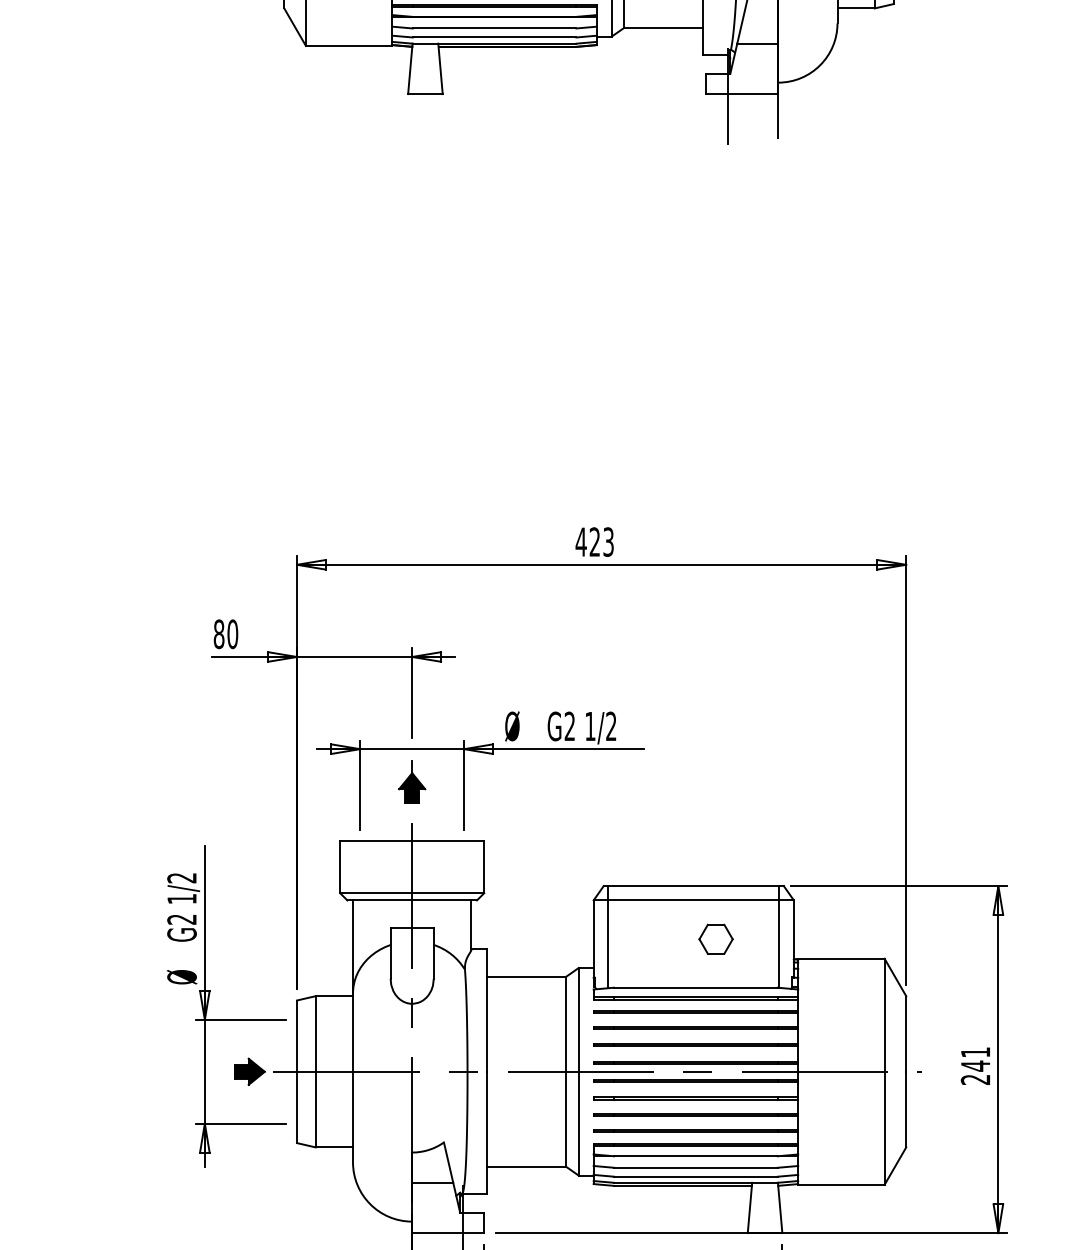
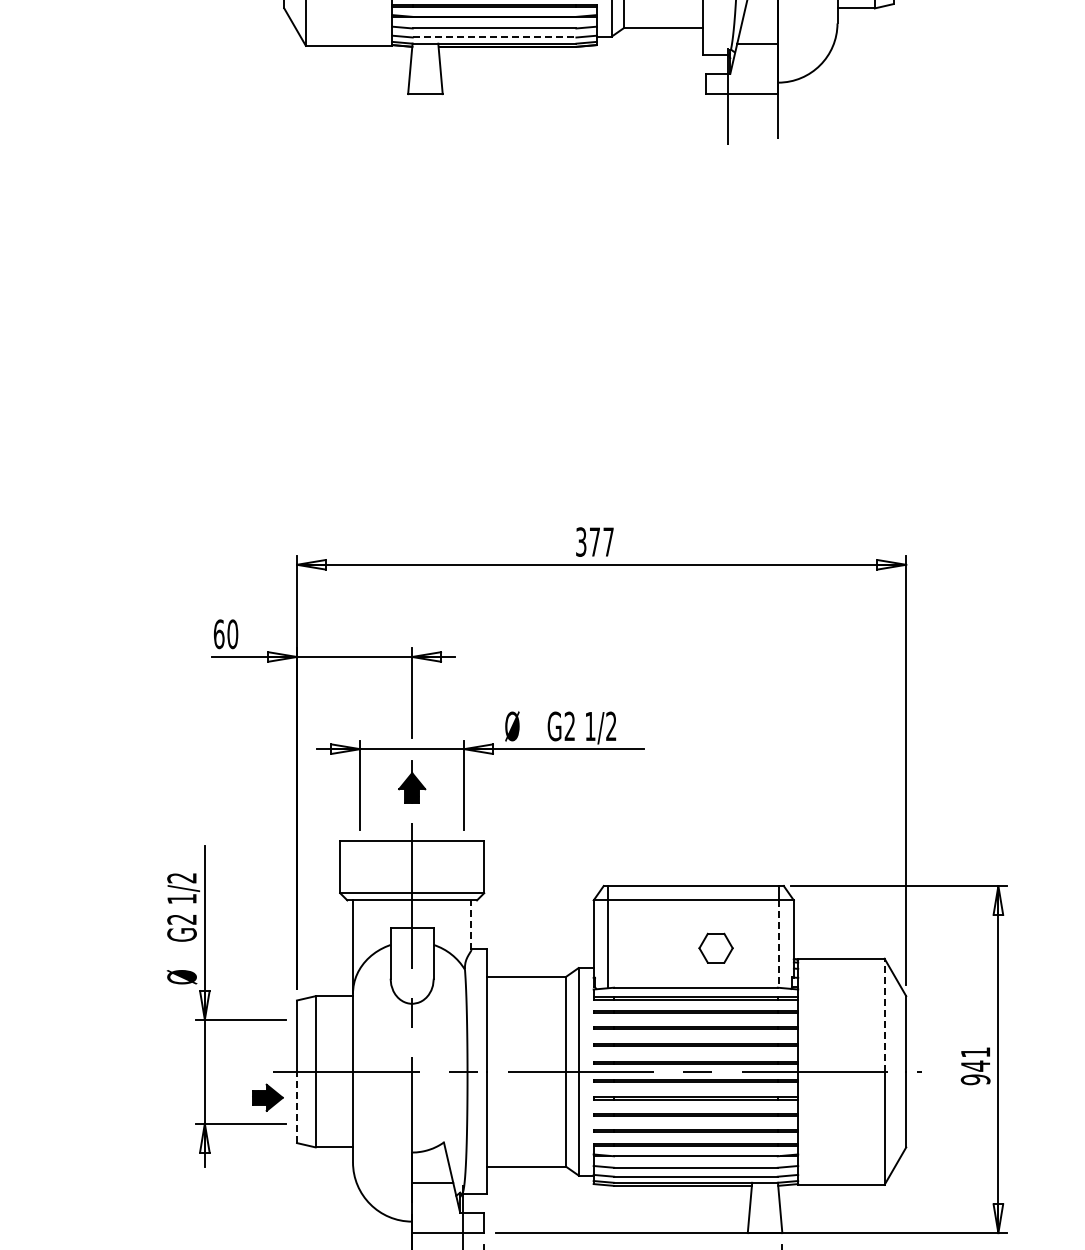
line at (494, 37): solid -> dashed
text at (594, 541): 423 -> 377
text at (218, 633): 80 -> 60
line at (471, 925): solid -> dashed
part at (715, 938) position: (715, 938) -> (715, 947)
line at (779, 944): solid -> dashed
line at (884, 1015): solid -> dashed
part at (249, 1071) position: (249, 1071) -> (267, 1097)
text at (975, 1079): 241 -> 941
line at (296, 1107): solid -> dashed
